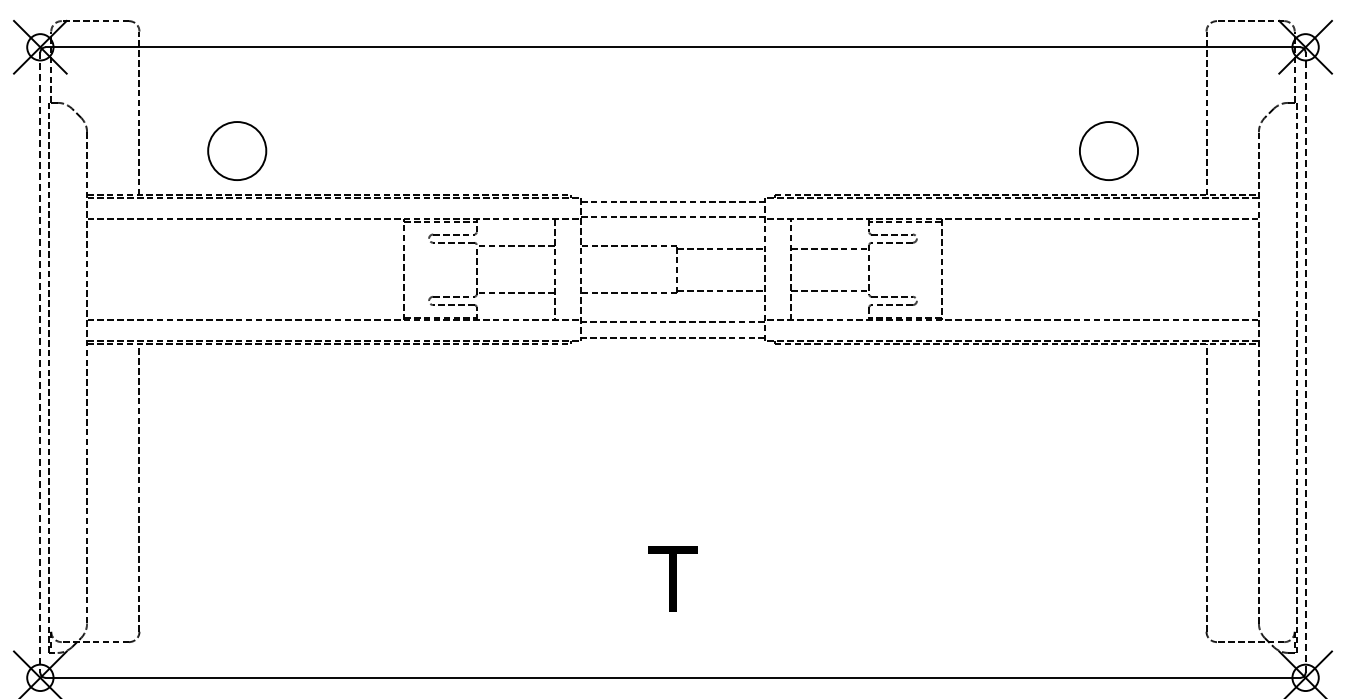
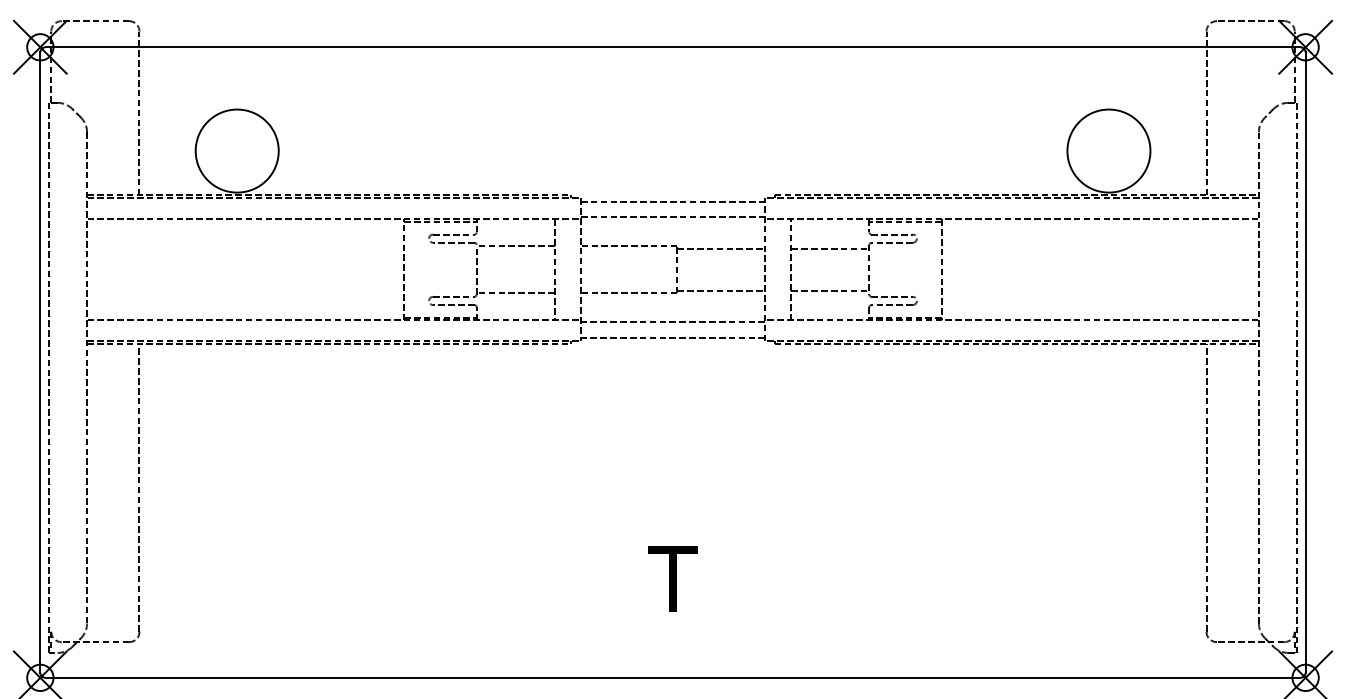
circle at (237, 151) diameter: 58 px -> 83 px
circle at (1108, 151) diameter: 58 px -> 83 px
line at (1305, 362): dashed -> solid
line at (40, 363): dashed -> solid
